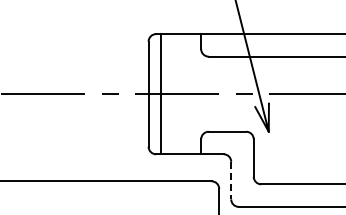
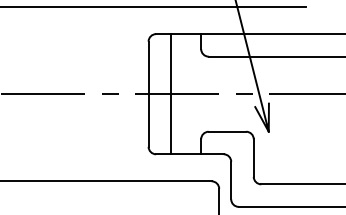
line at (154, 7): none -> present
line at (161, 94) position: (161, 94) -> (171, 94)
line at (231, 180): dashed -> solid
